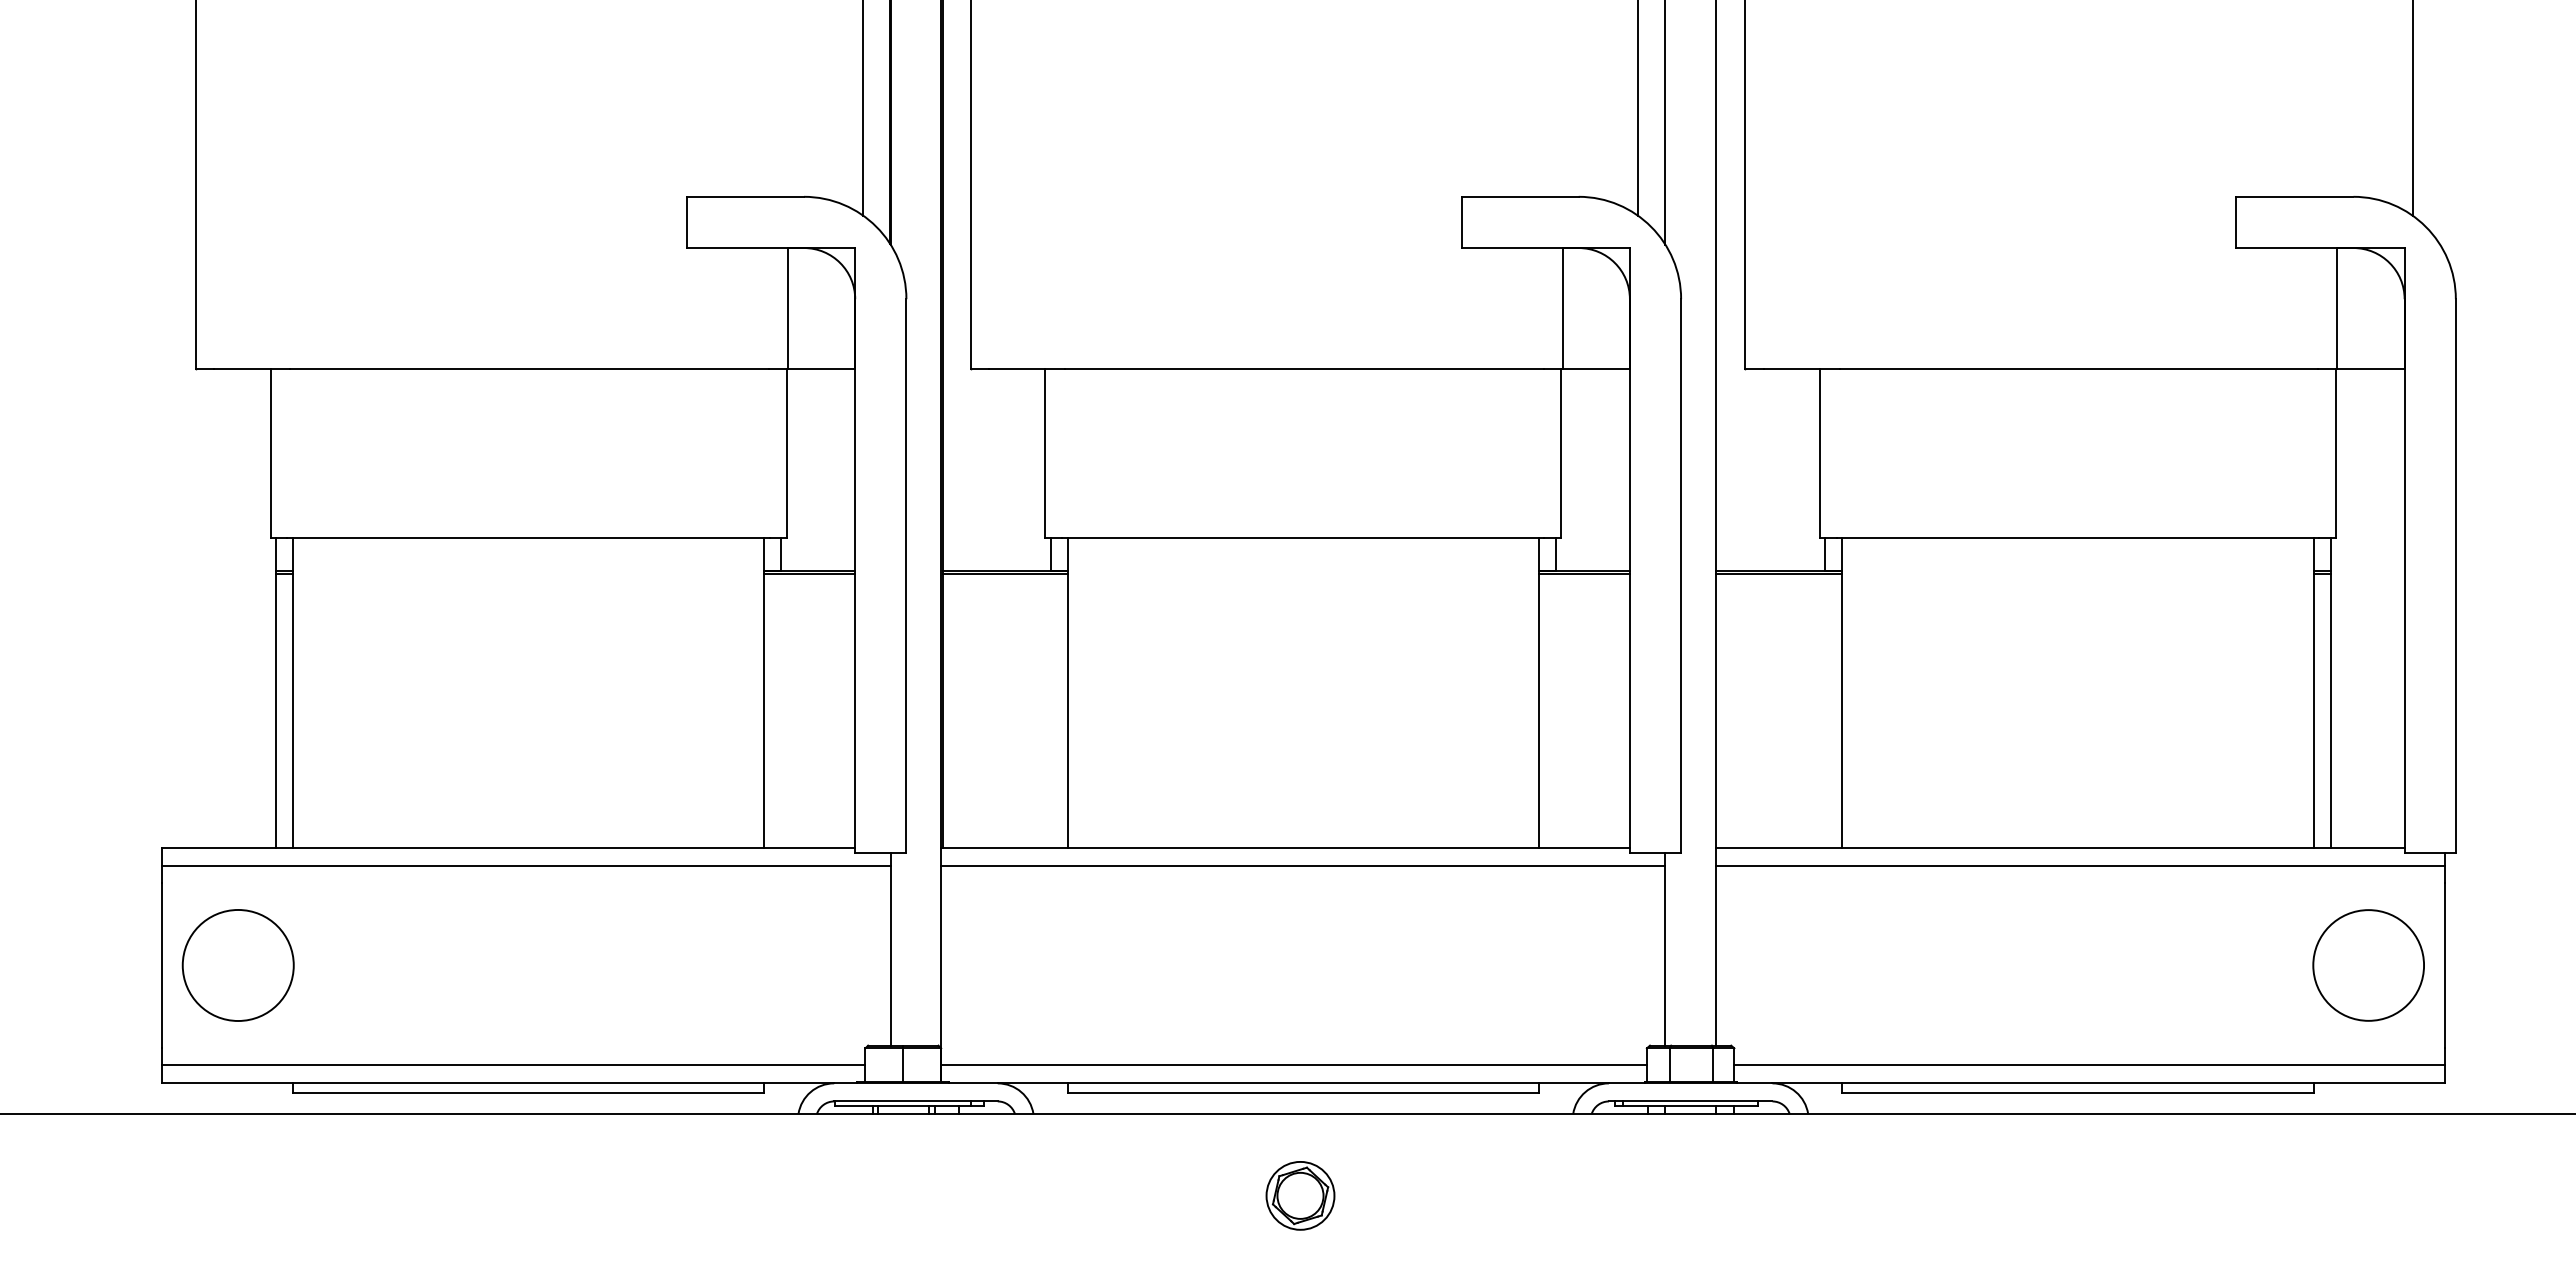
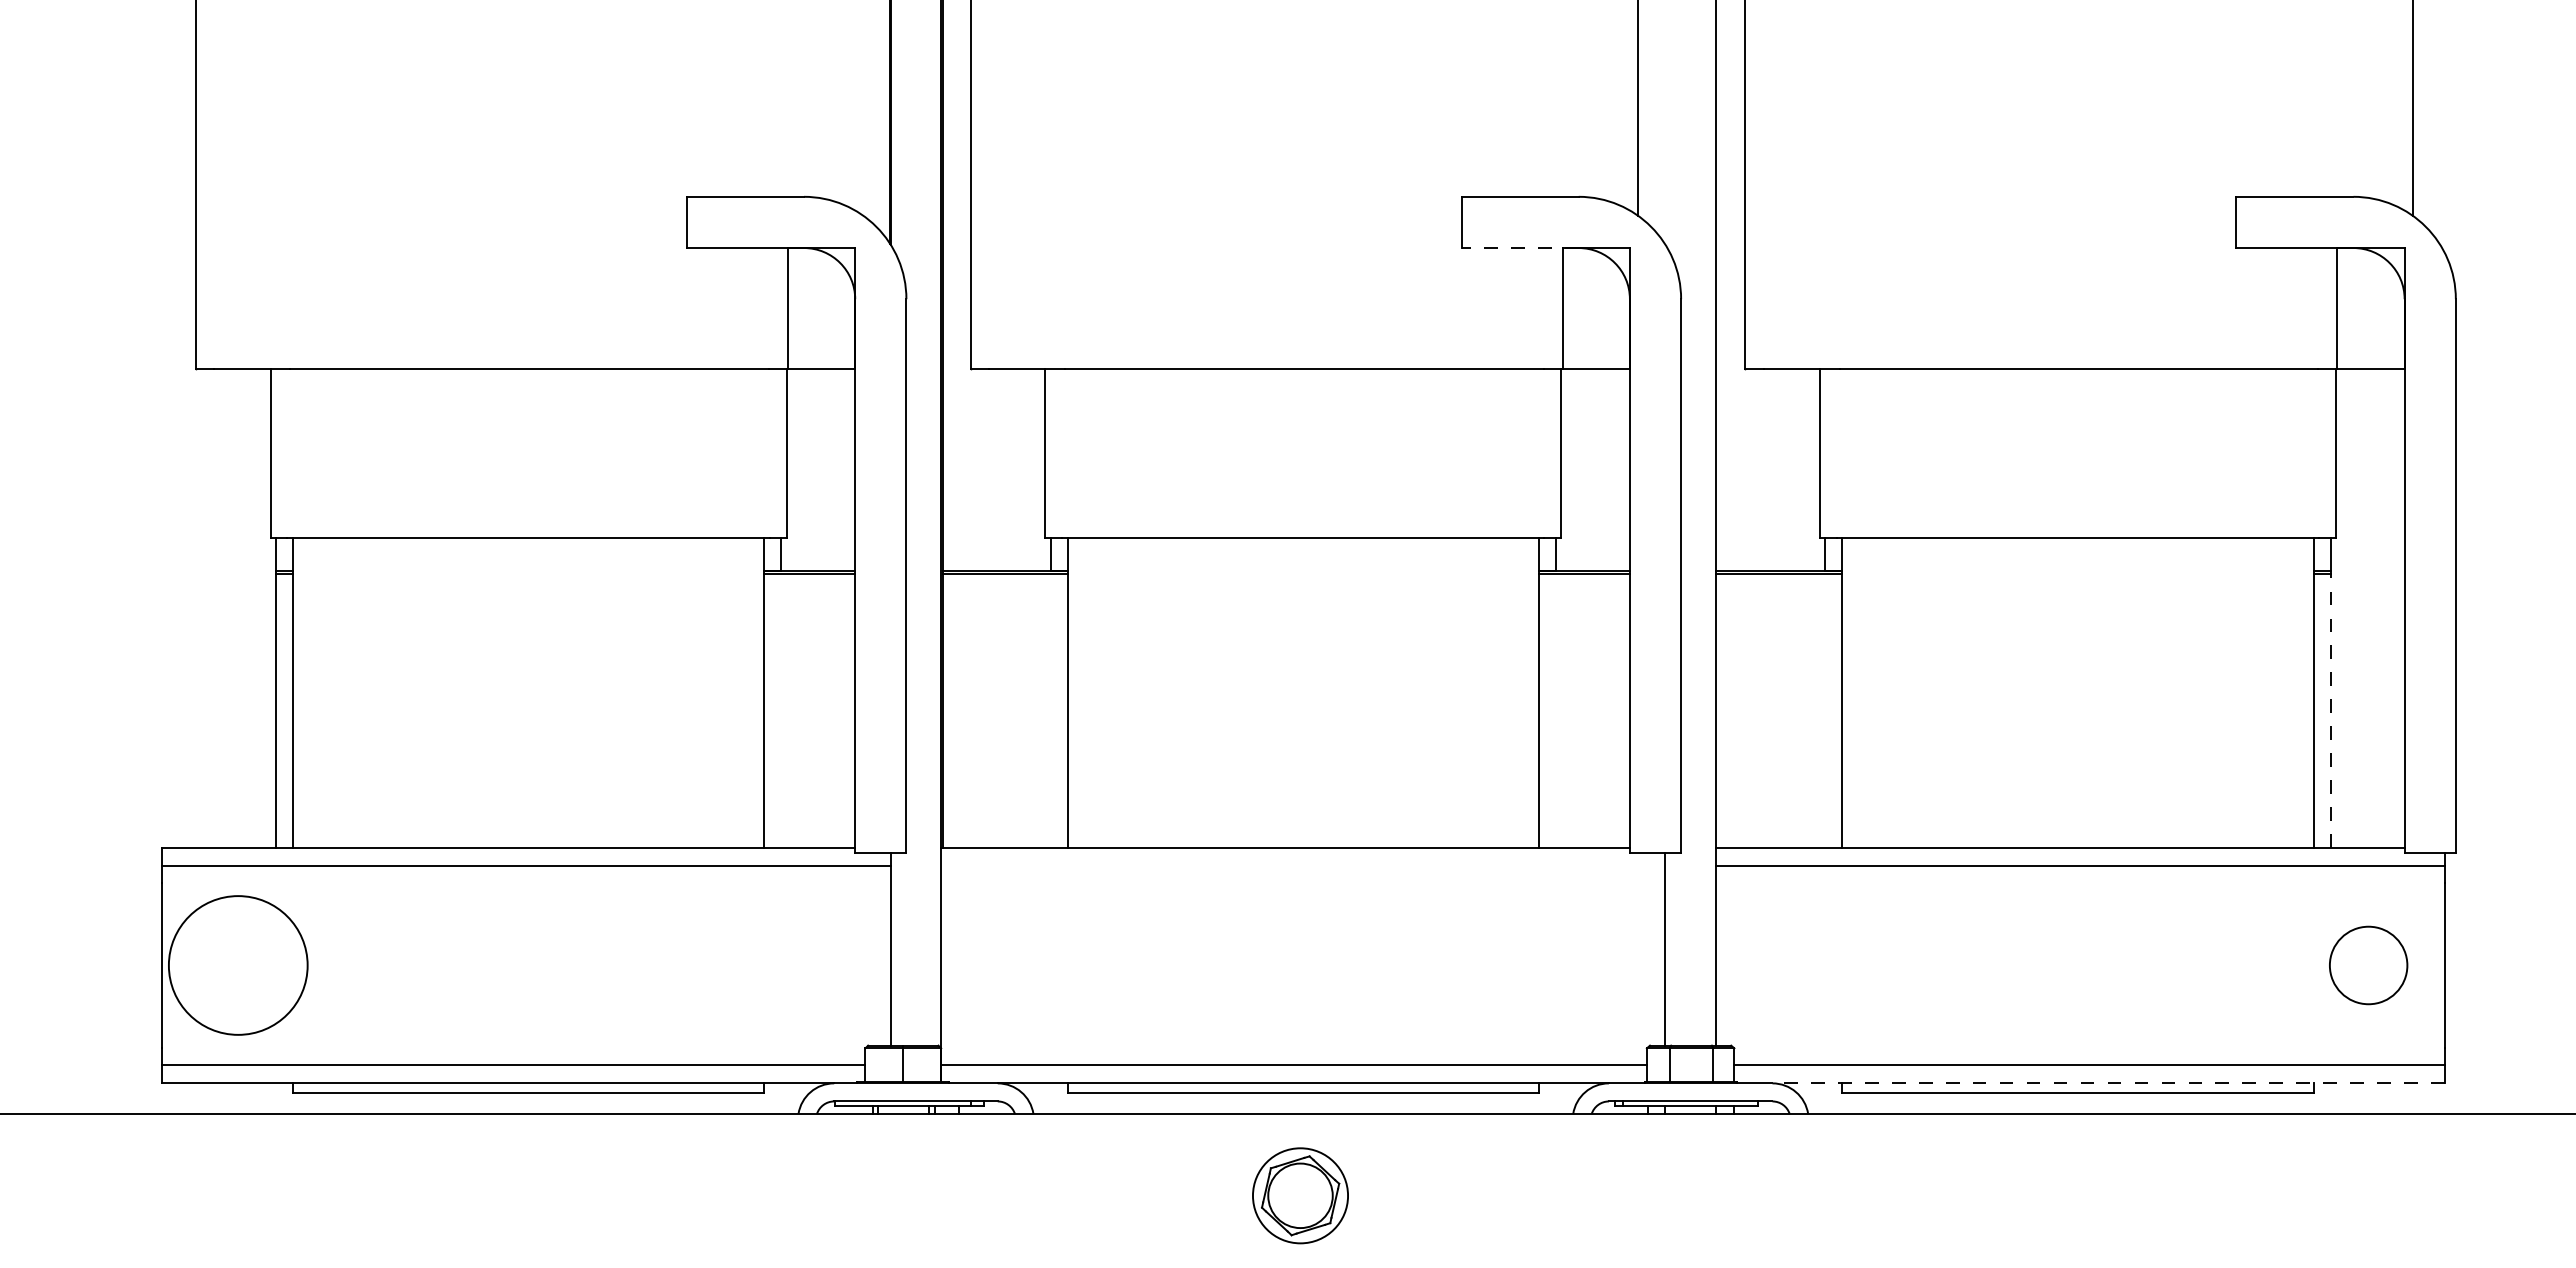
line at (863, 108): present -> none
line at (1665, 123): present -> none
line at (1520, 248): solid -> dashed
line at (2330, 710): solid -> dashed
line at (1303, 865): present -> none
circle at (237, 964) diameter: 111 px -> 139 px
circle at (2368, 965) size: 113x113 px -> 80x81 px
line at (2108, 1083): solid -> dashed
part at (1300, 1195) size: 71x70 px -> 97x98 px
